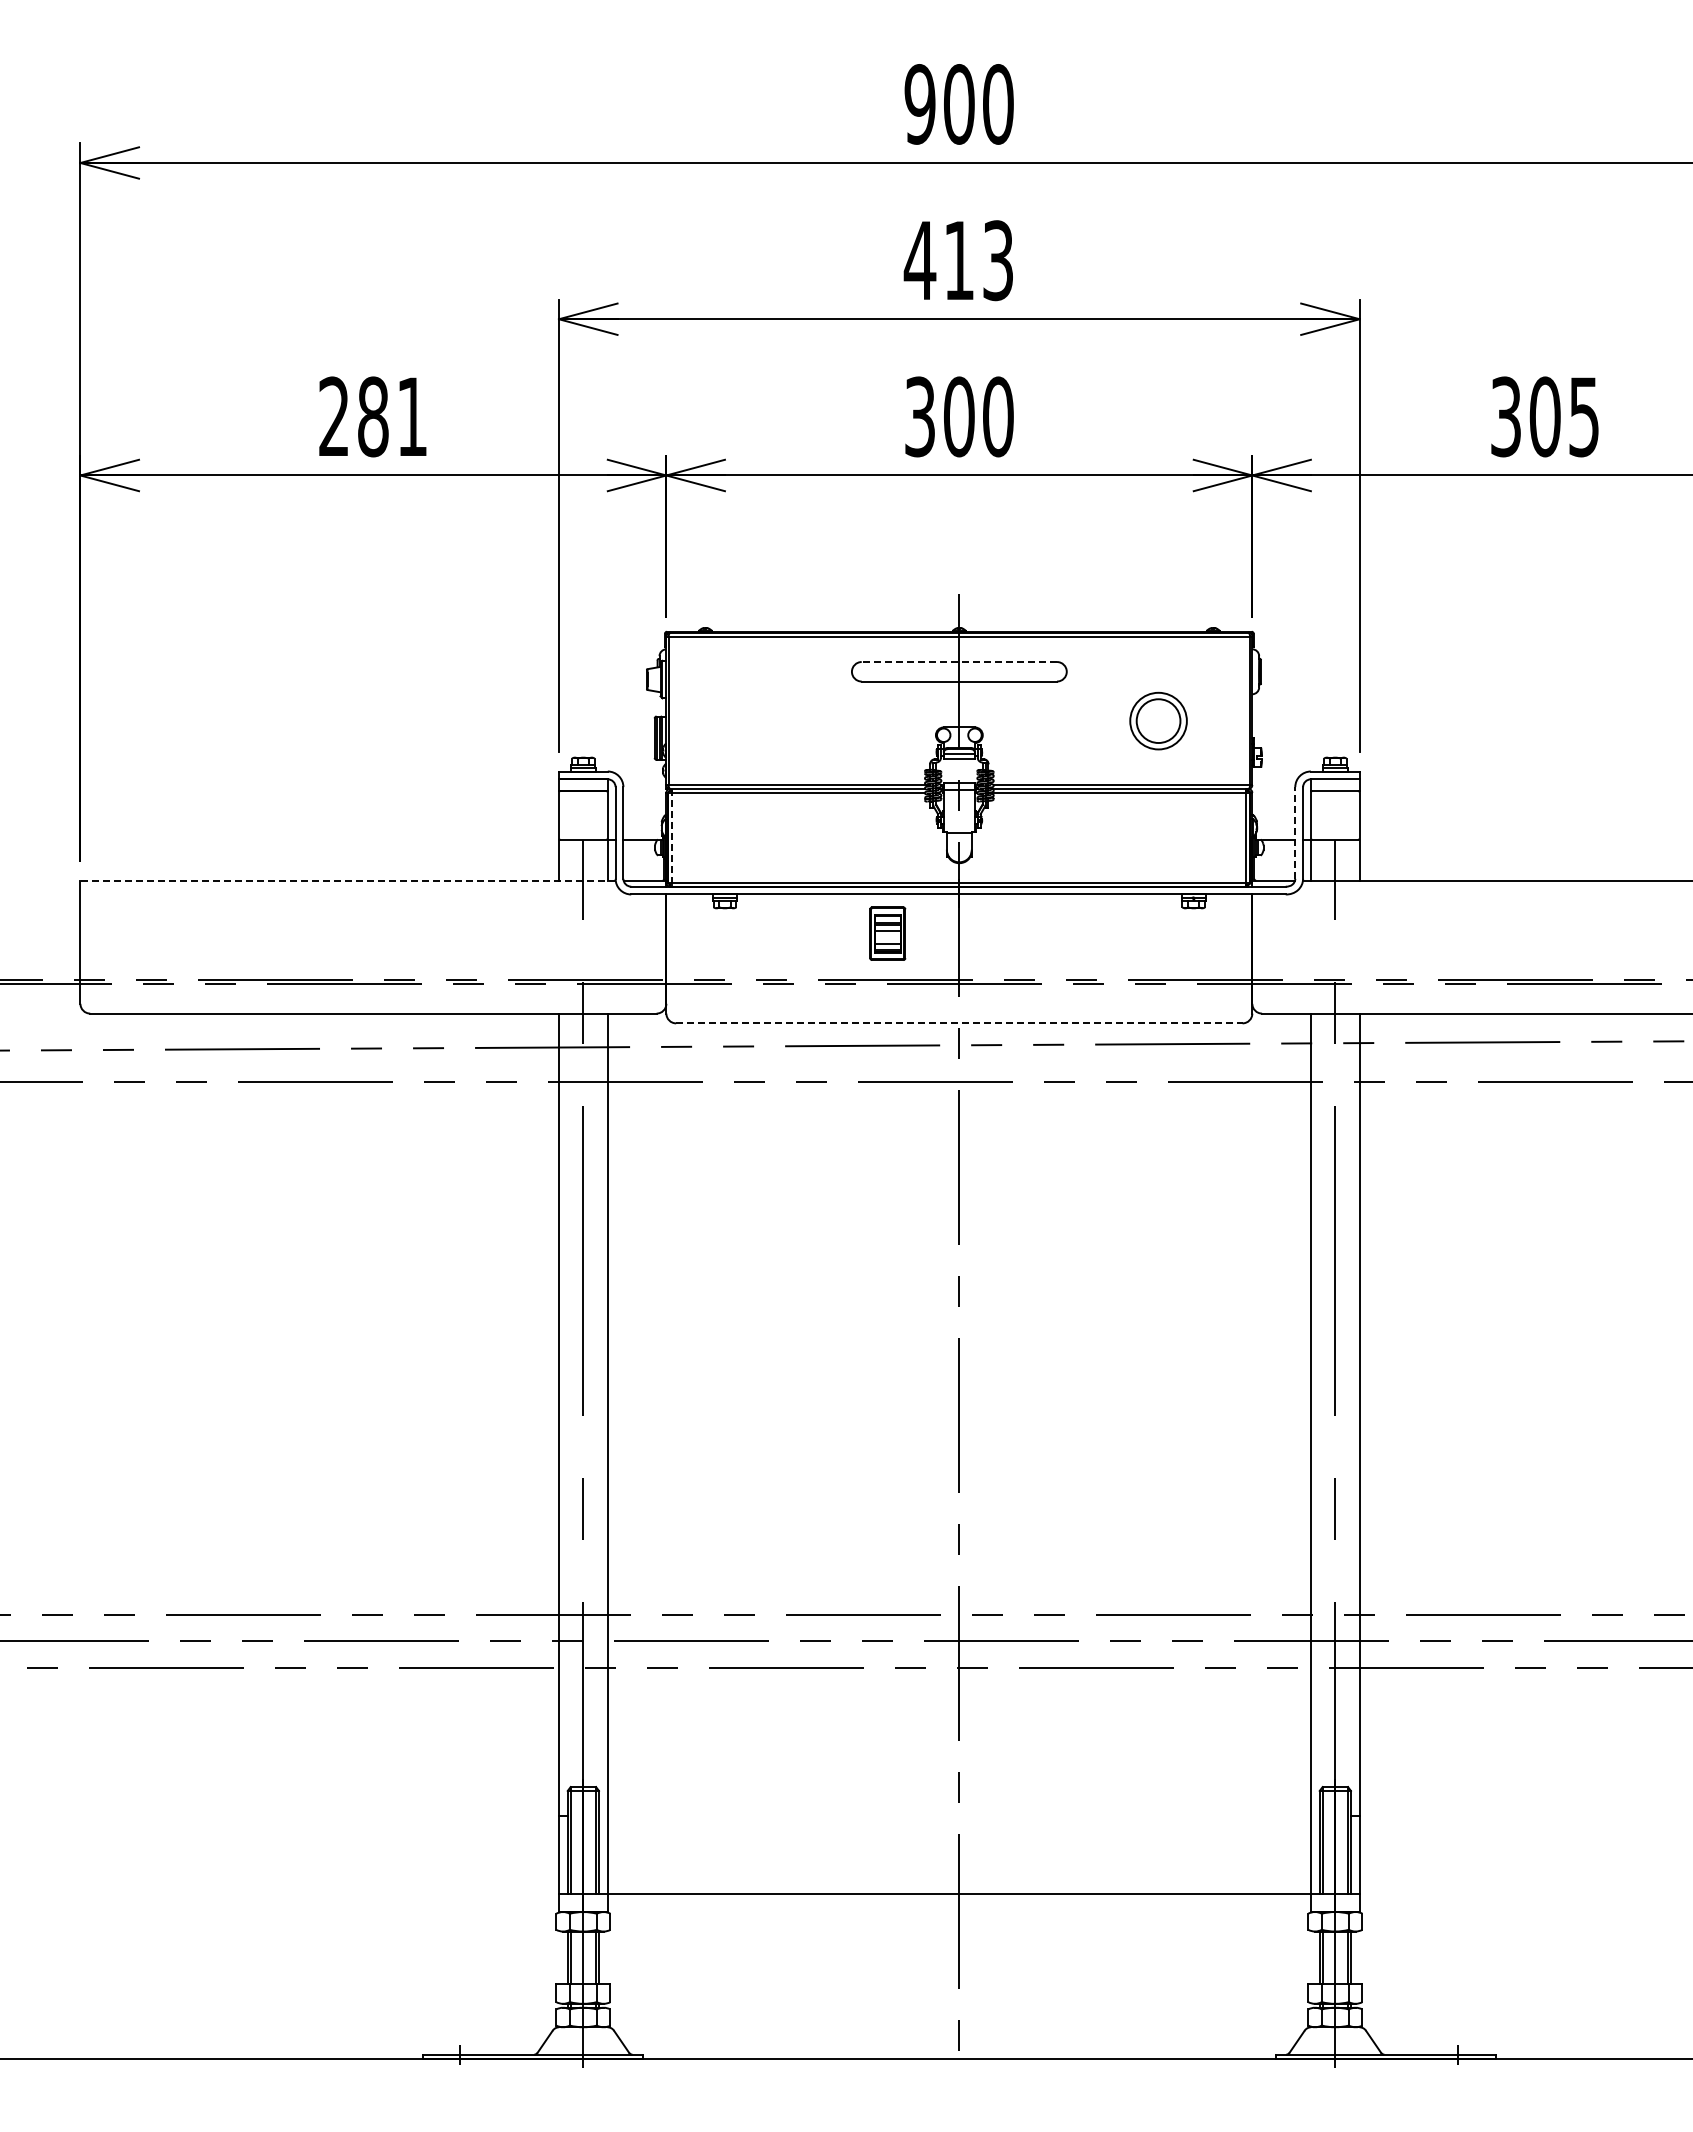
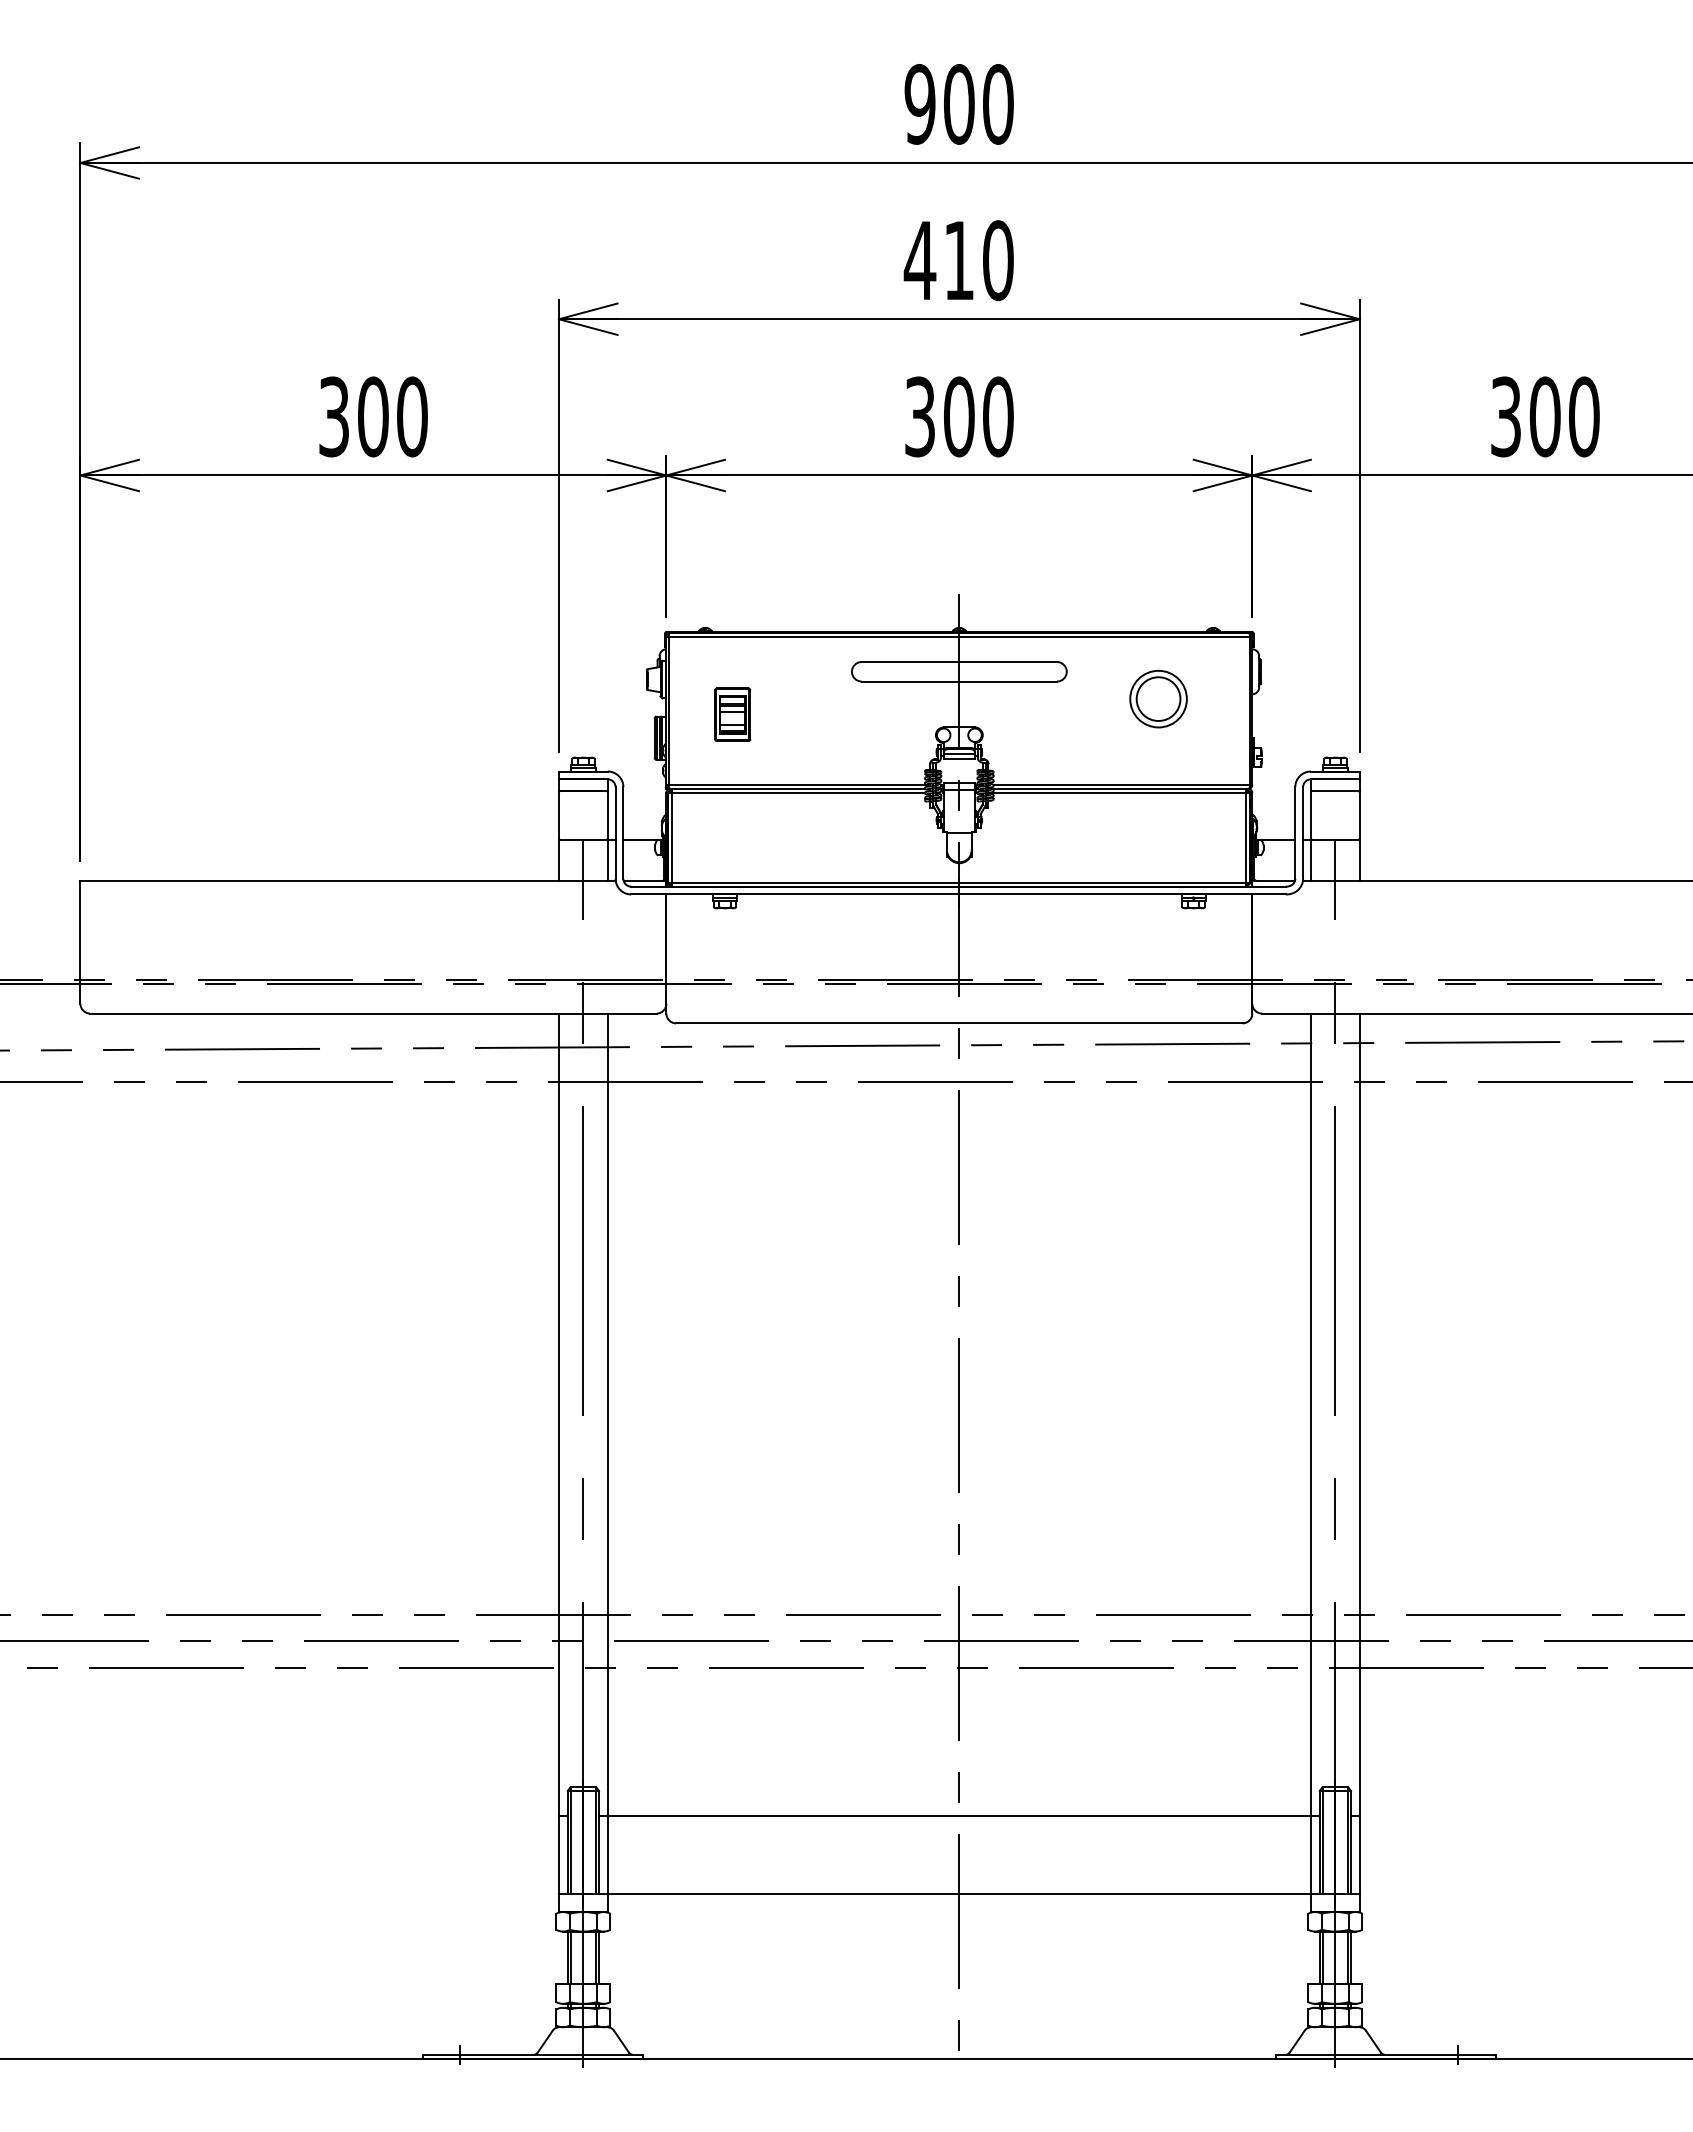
text at (998, 260): 413 -> 410
text at (373, 416): 281 -> 300
text at (1584, 416): 305 -> 300
line at (959, 662): dashed -> solid
part at (1158, 720) position: (1158, 720) -> (1158, 698)
line at (1295, 833): dashed -> solid
line at (672, 837): dashed -> solid
line at (348, 880): dashed -> solid
part at (887, 933) position: (887, 933) -> (732, 714)
line at (959, 1023): dashed -> solid
line at (959, 1816): none -> present
